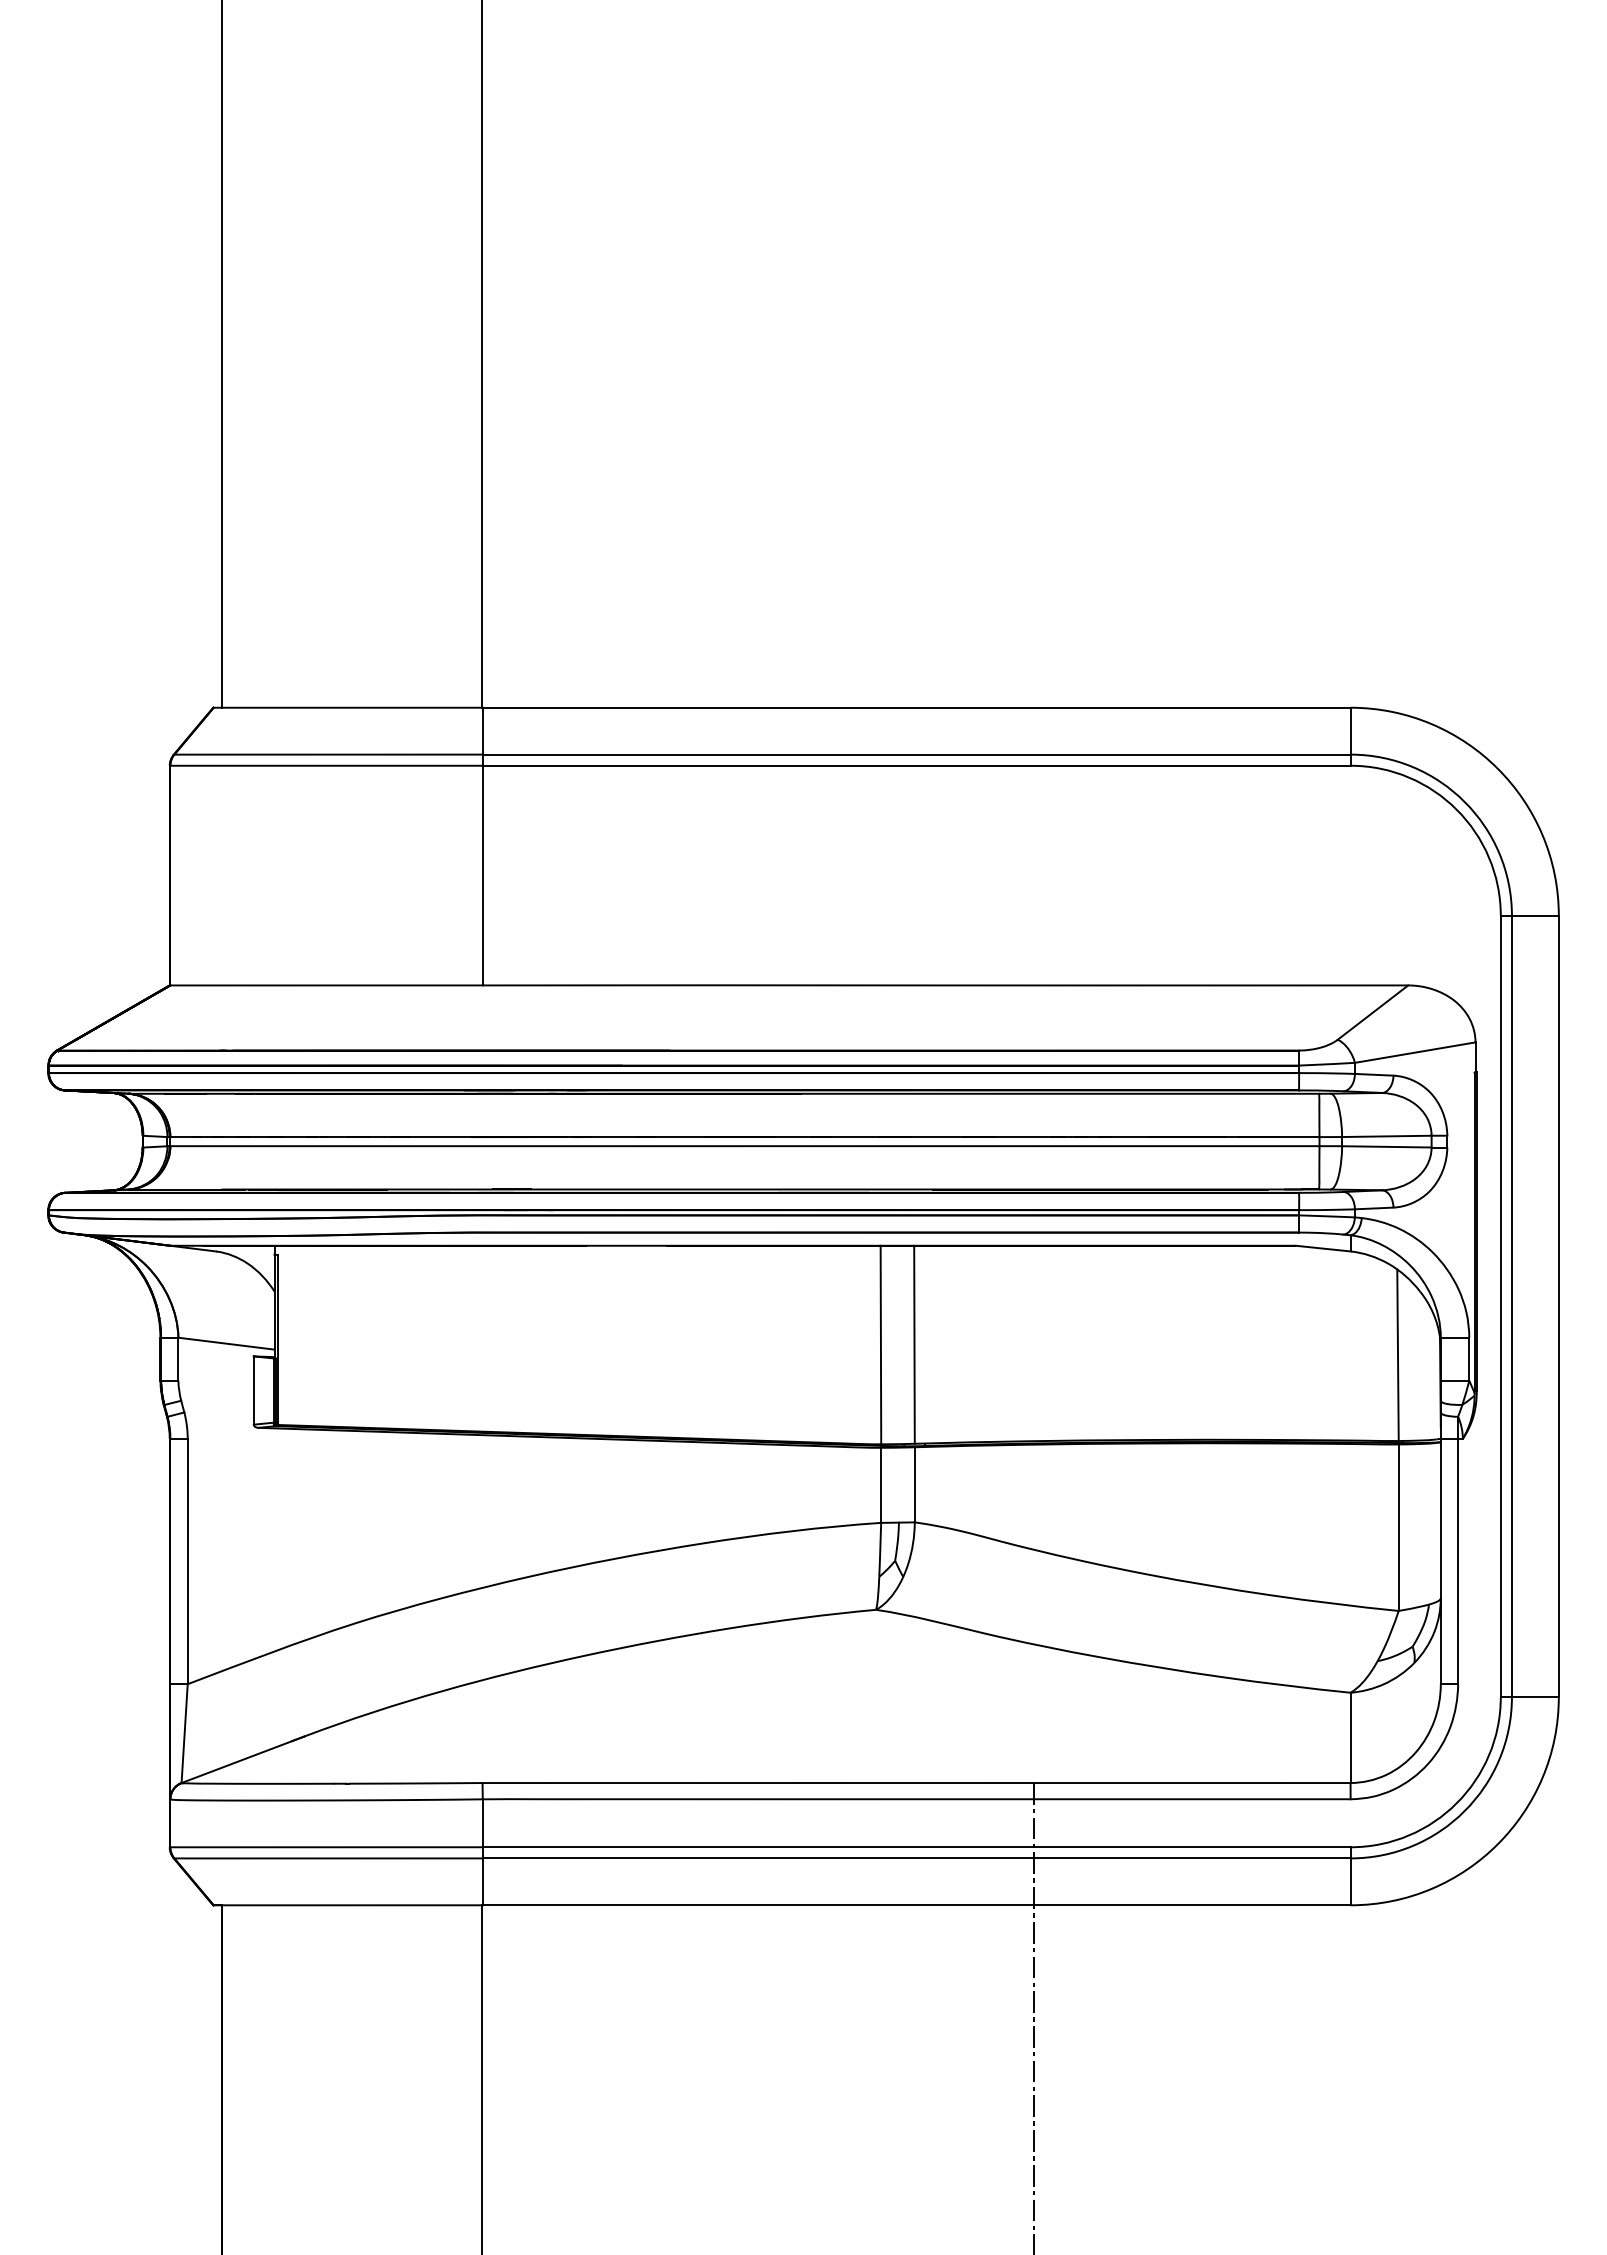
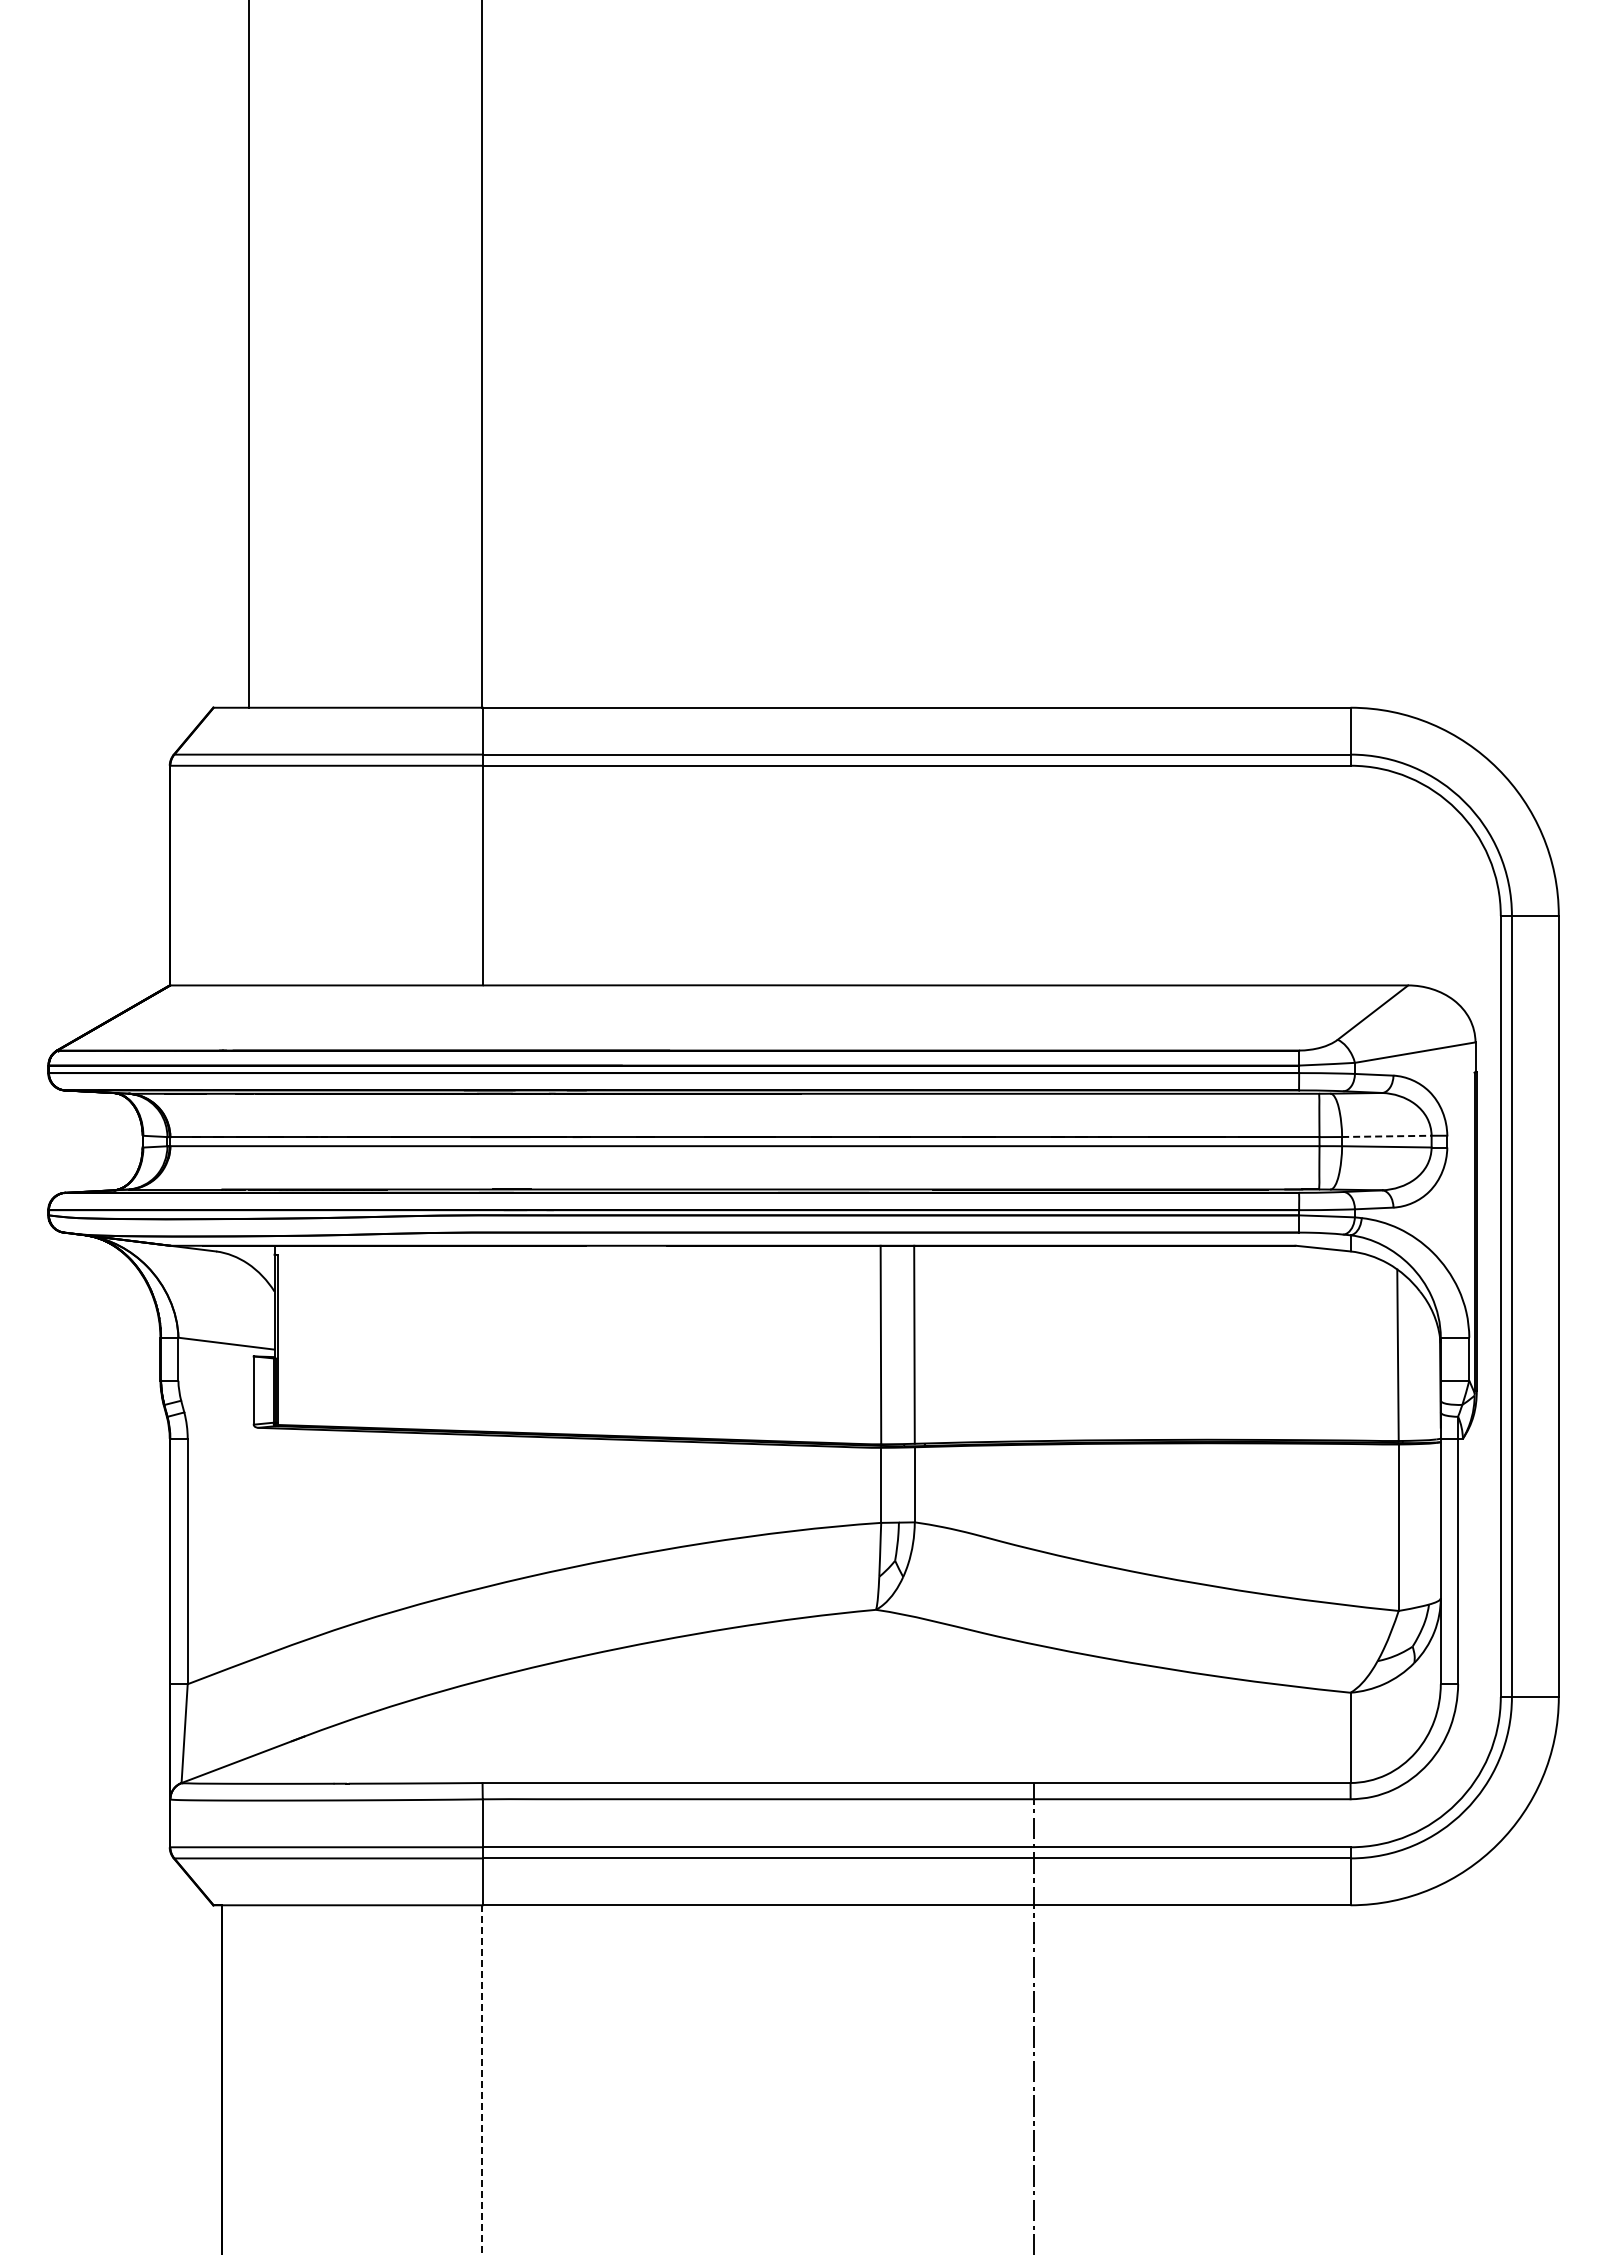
line at (222, 354) position: (222, 354) -> (249, 354)
line at (1386, 1136): solid -> dashed
line at (482, 2080): solid -> dashed
